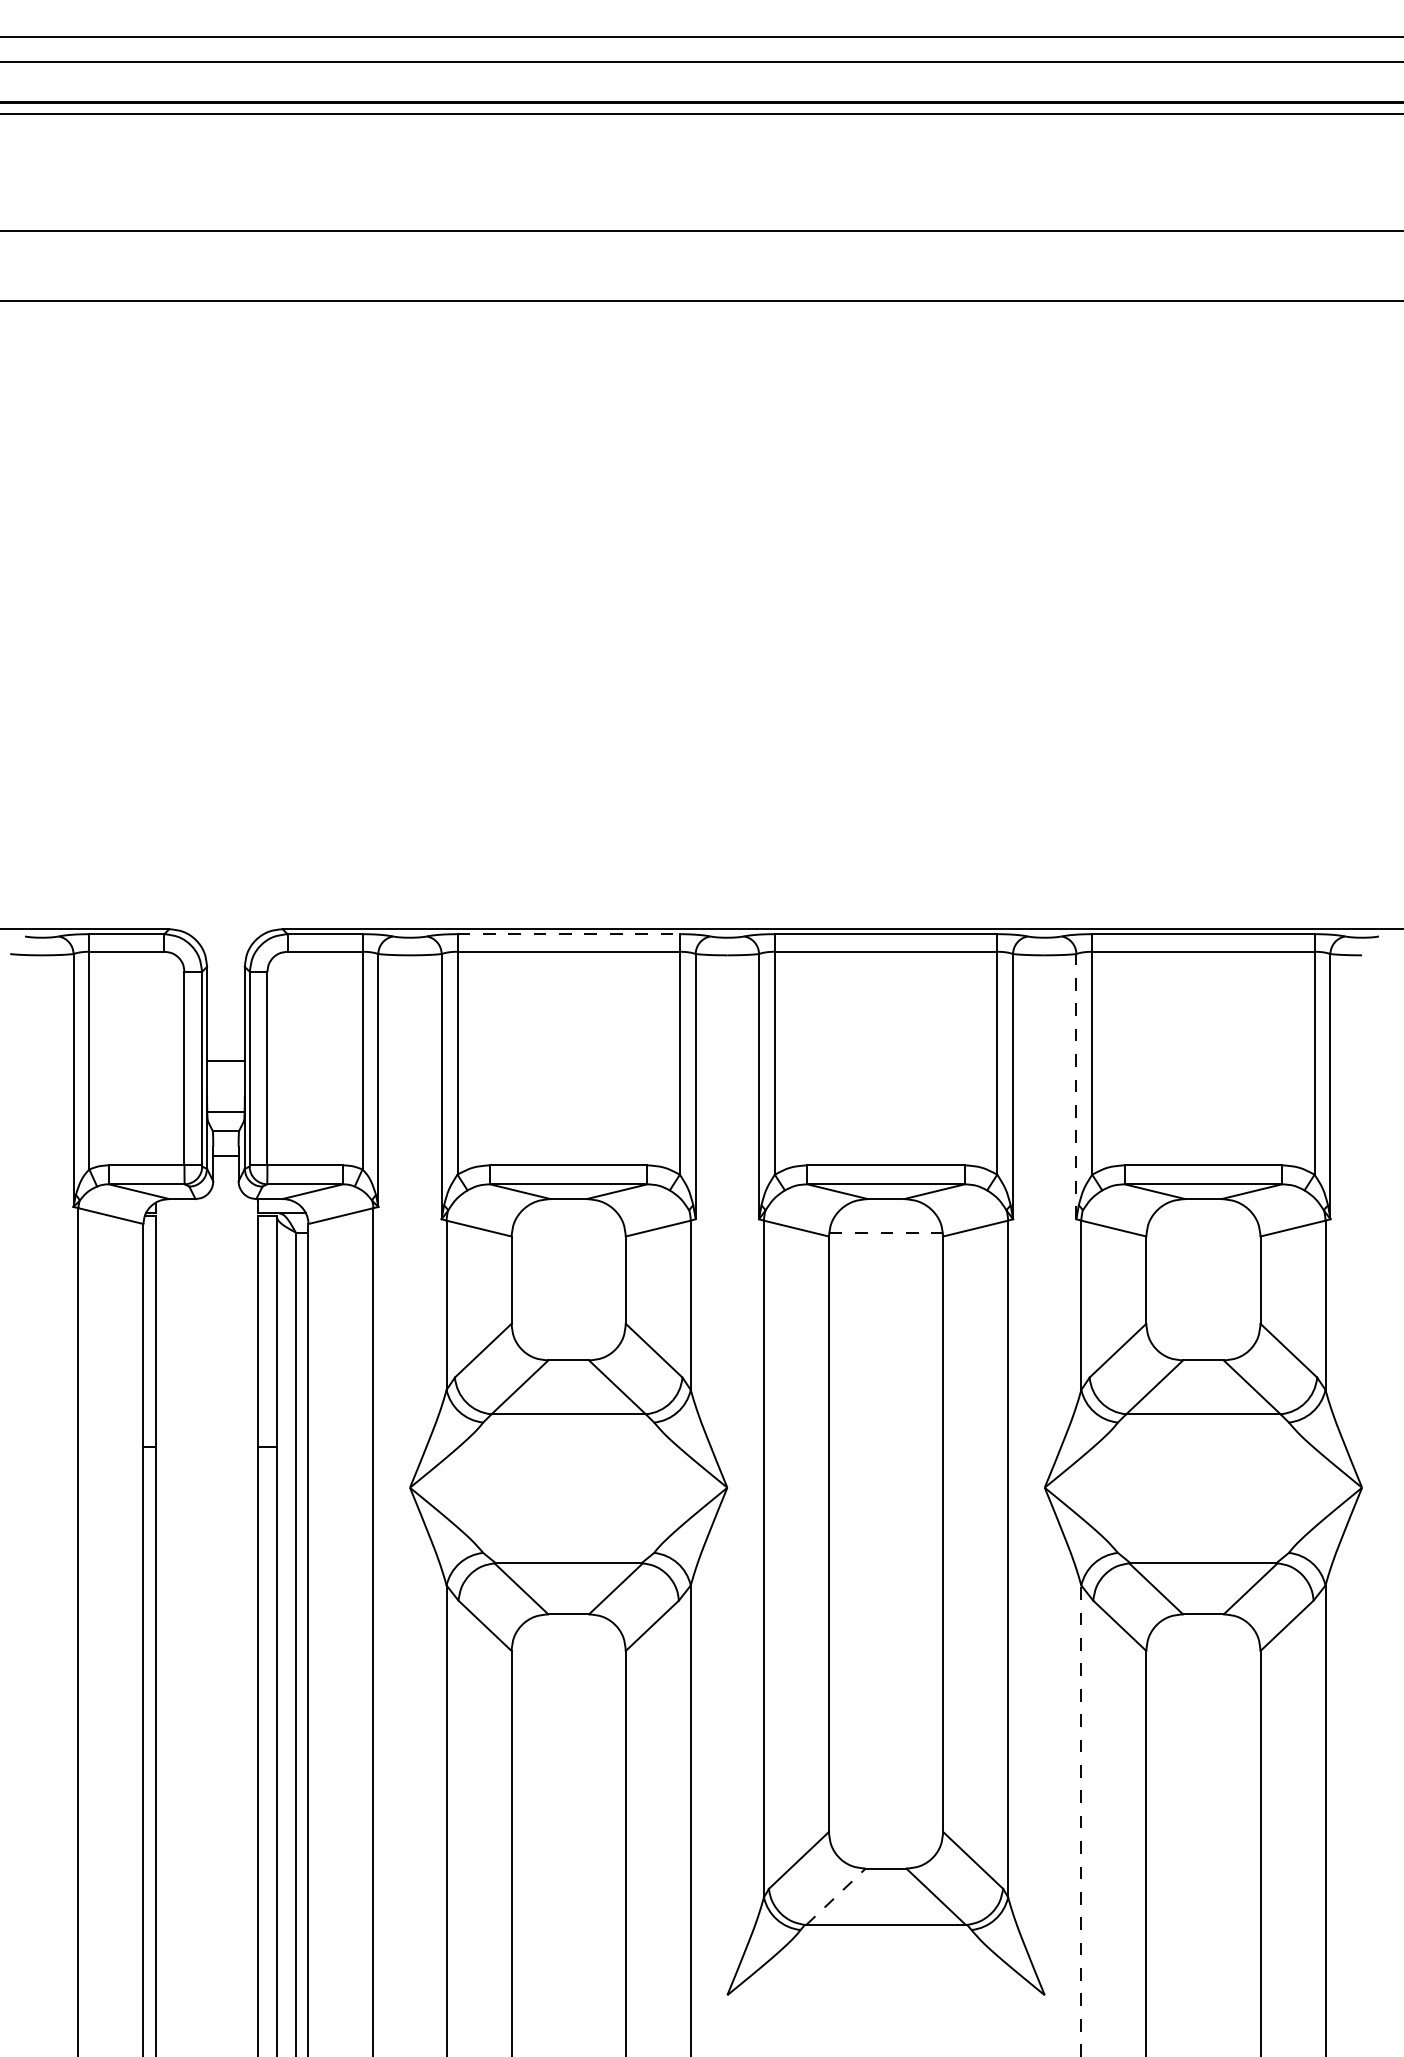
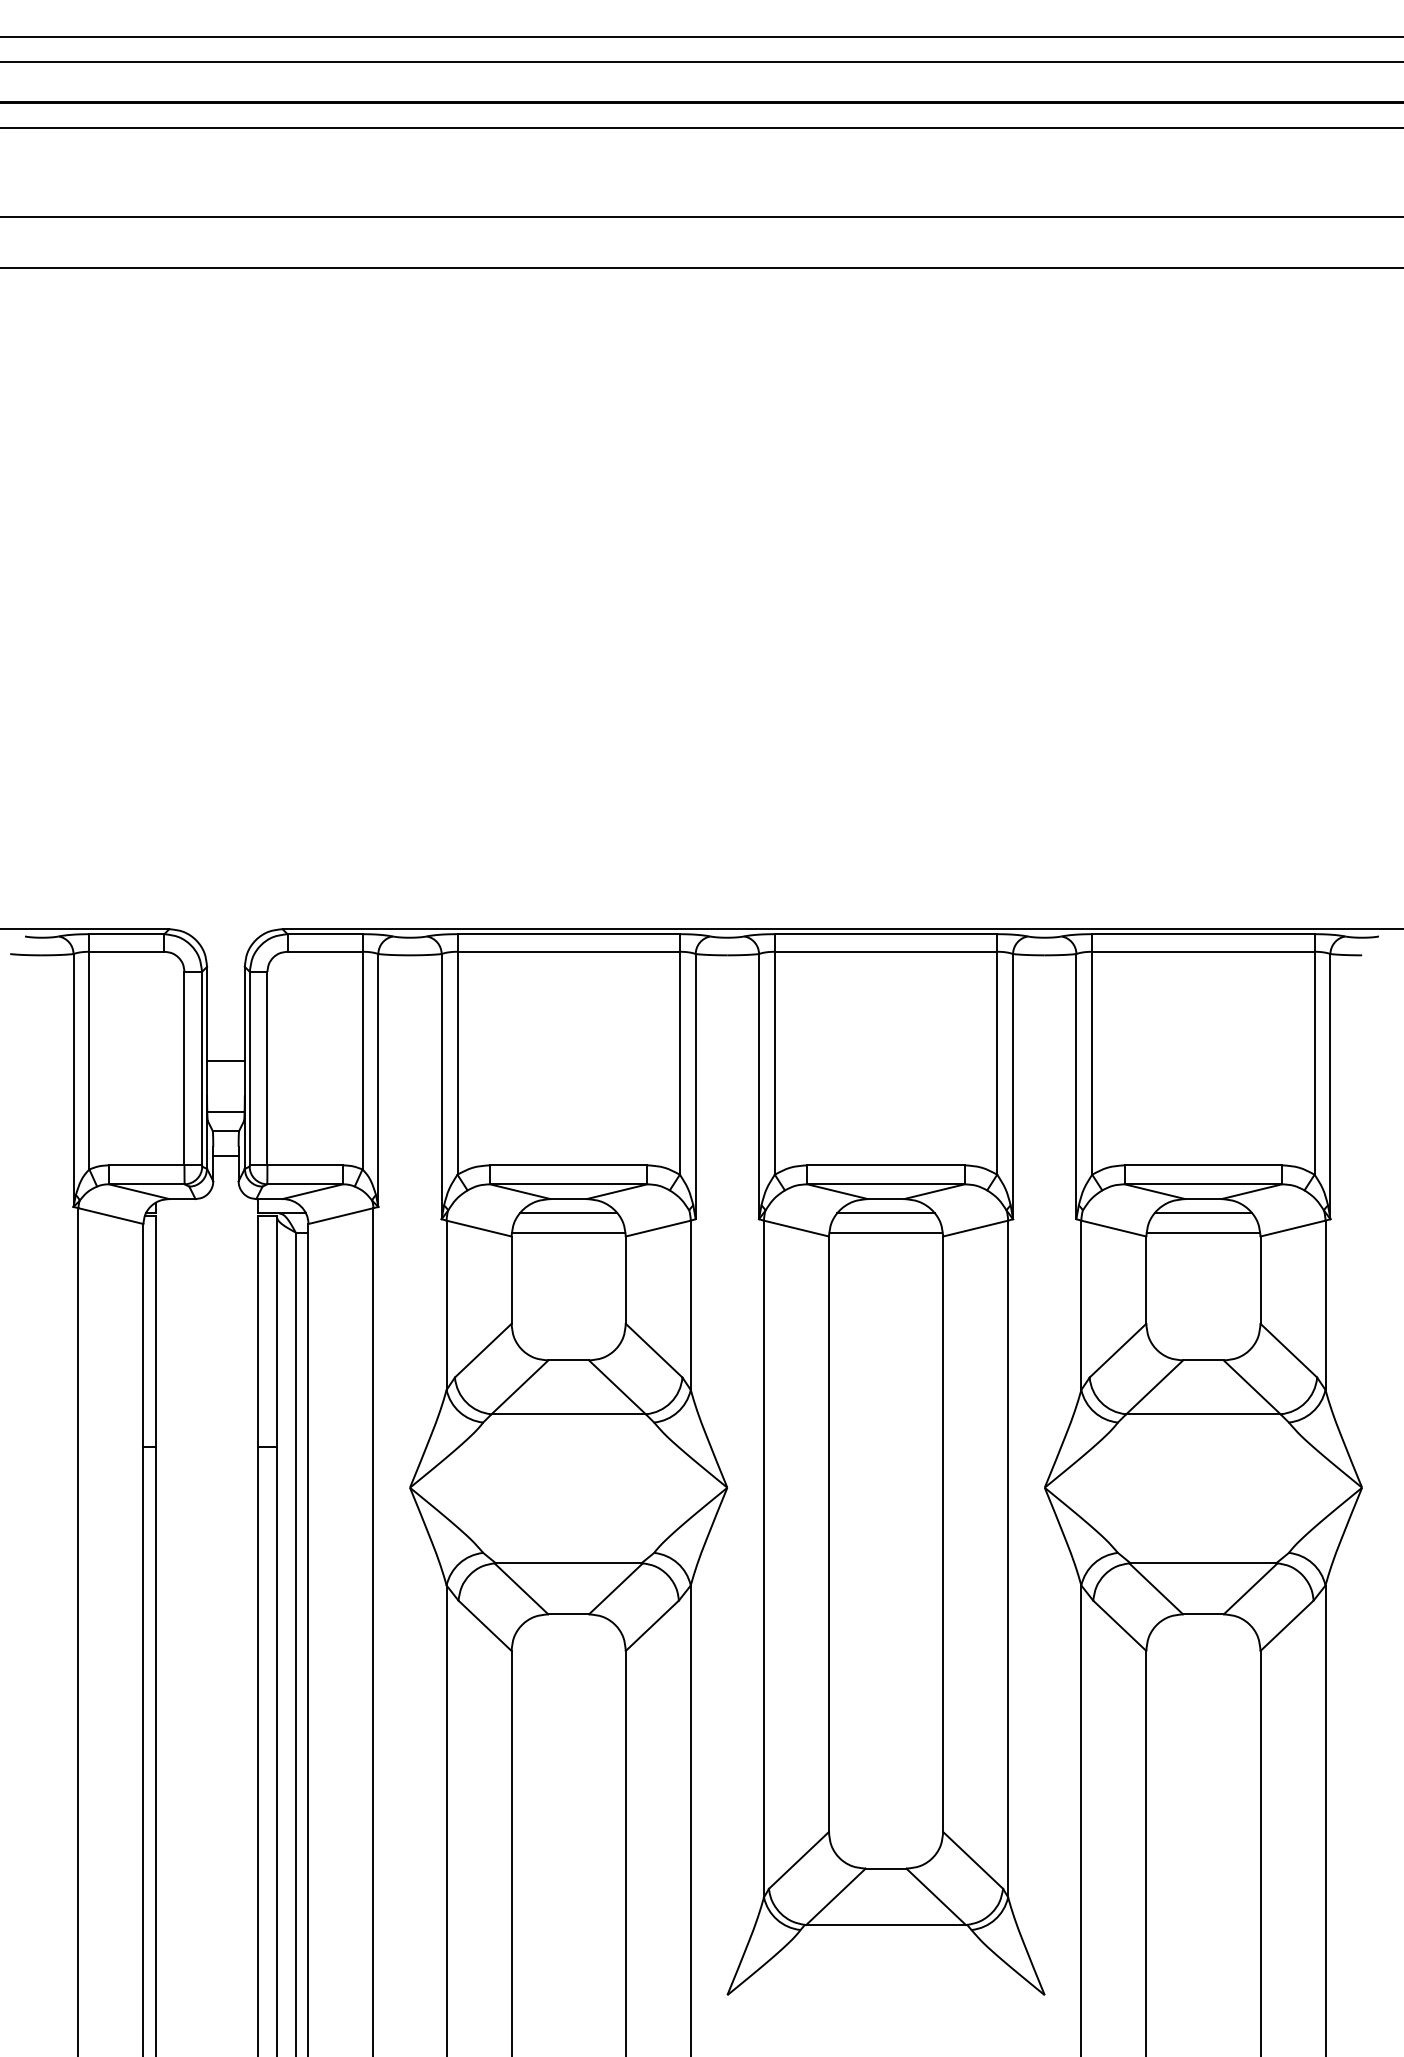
line at (701, 114) position: (701, 114) -> (701, 128)
line at (701, 230) position: (701, 230) -> (701, 216)
line at (701, 300) position: (701, 300) -> (701, 267)
line at (569, 934): dashed -> solid
line at (1076, 1086): dashed -> solid
line at (568, 1213): none -> present
line at (885, 1213): none -> present
line at (1203, 1213): none -> present
line at (568, 1232): none -> present
line at (886, 1232): dashed -> solid
line at (1203, 1232): none -> present
line at (1081, 1820): dashed -> solid
line at (835, 1896): dashed -> solid
